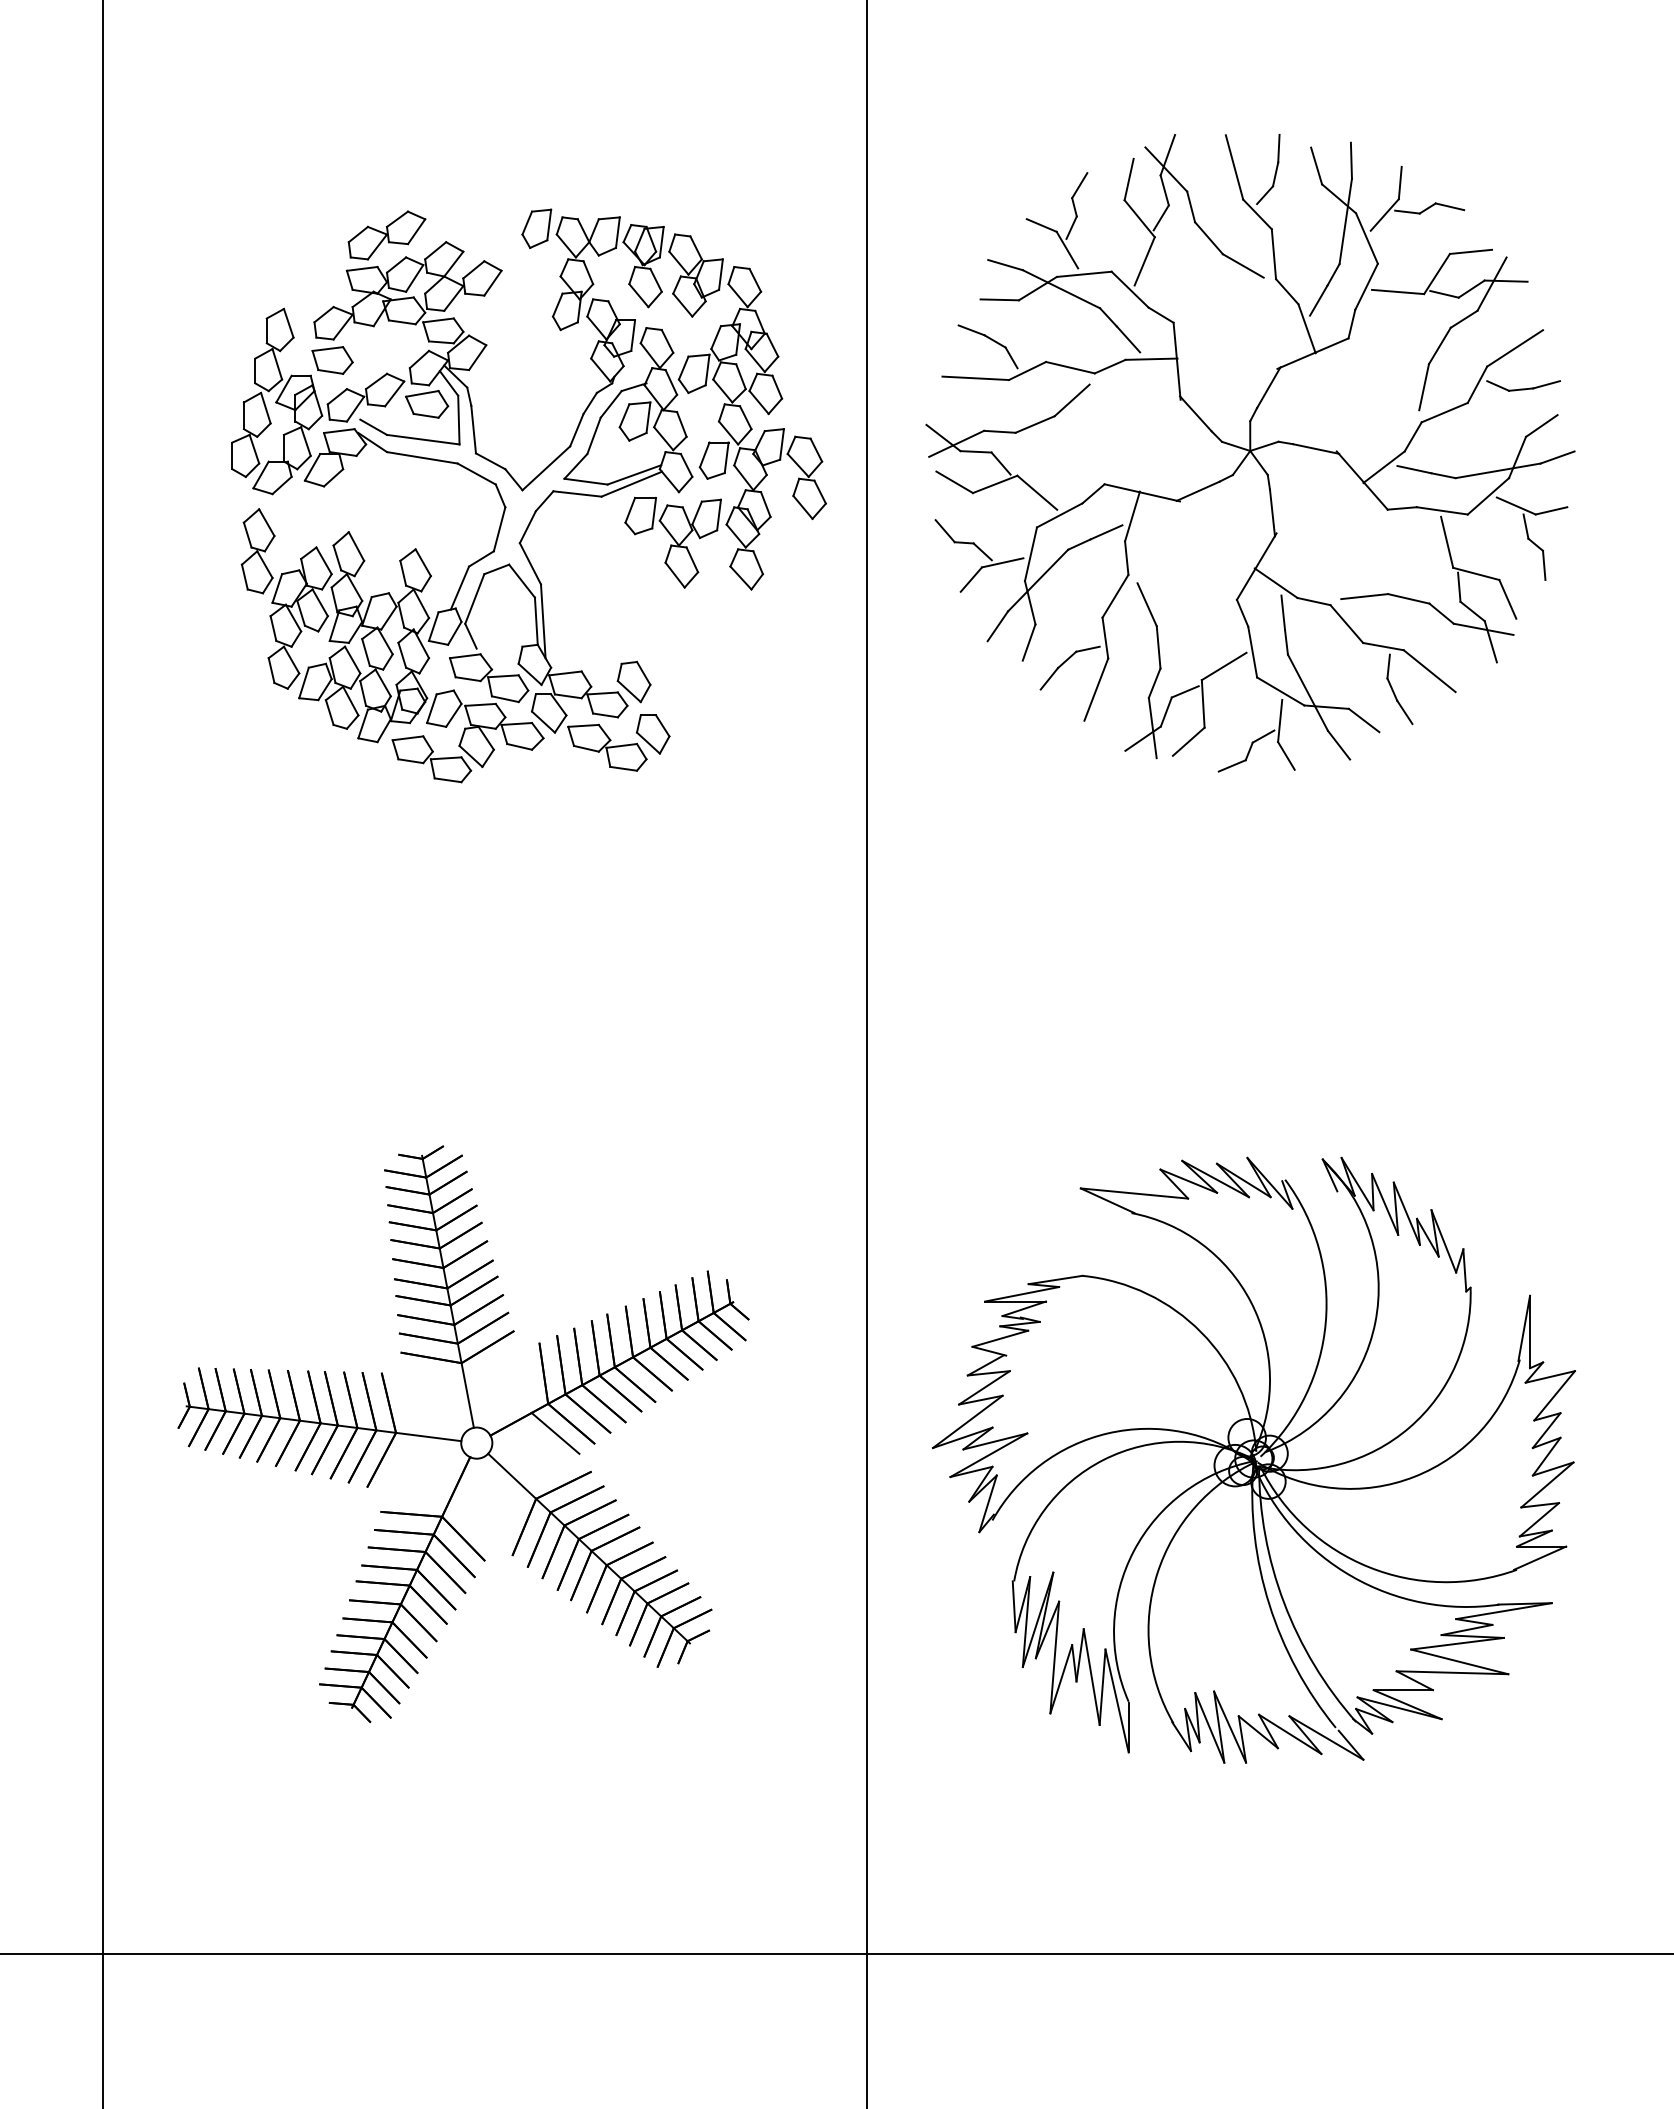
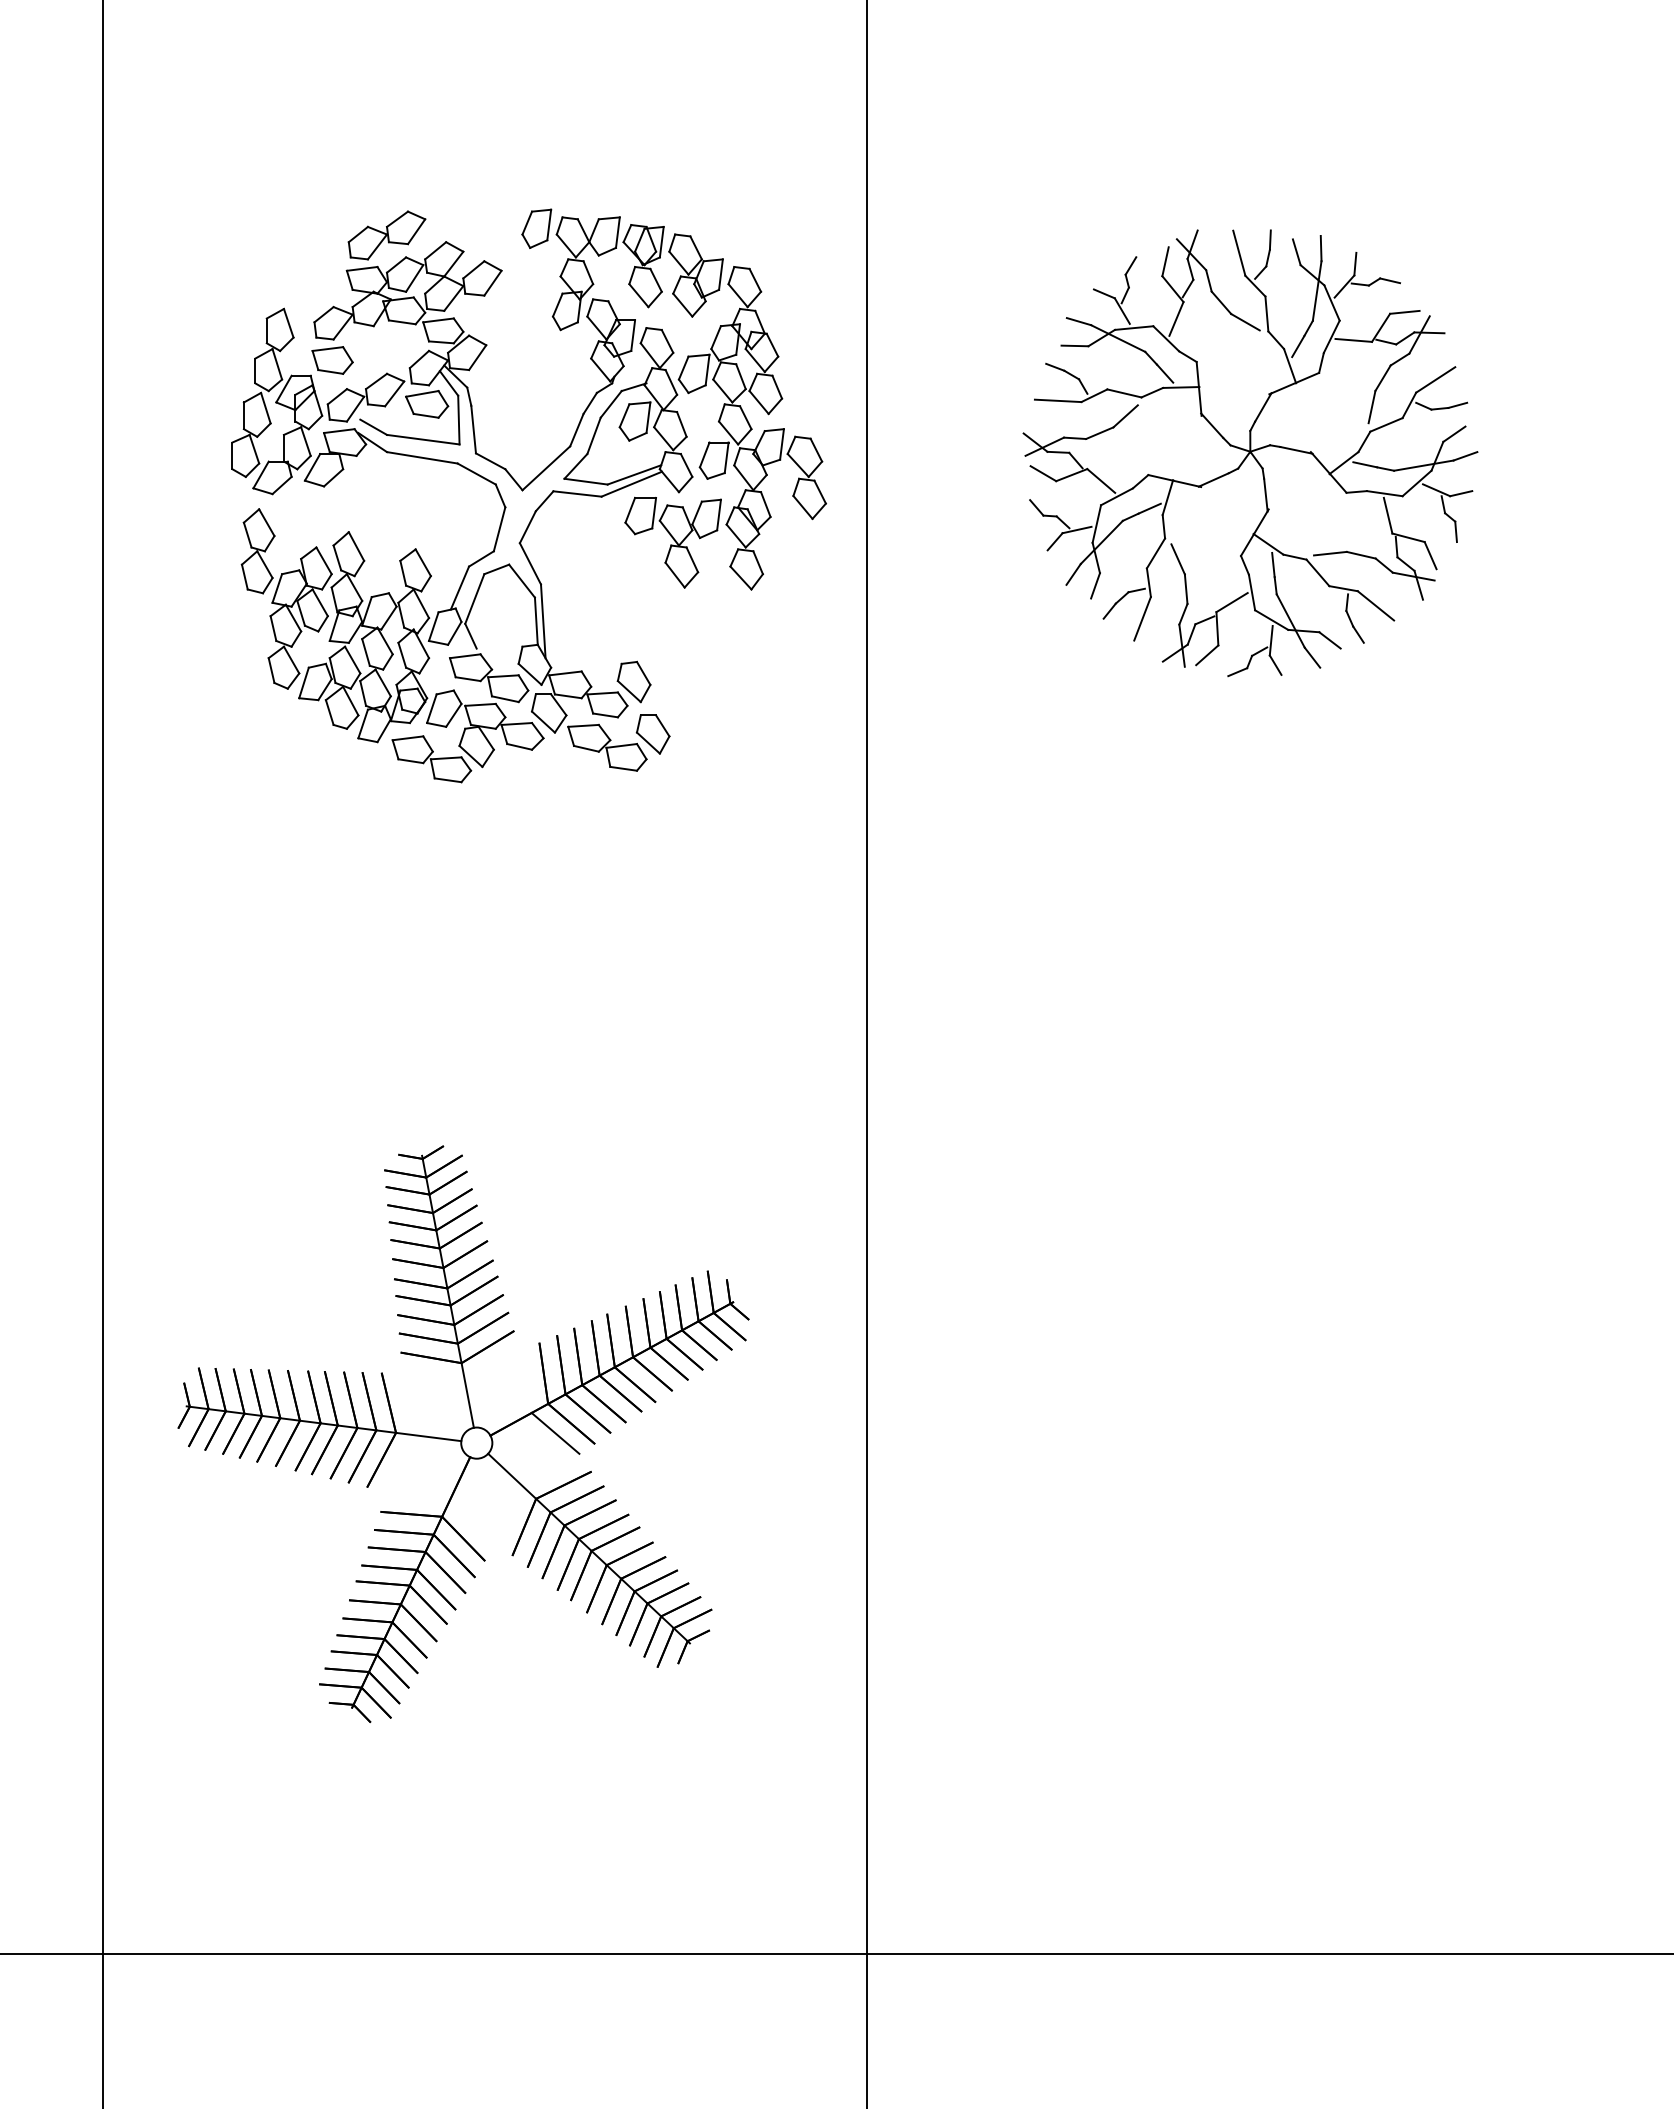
part at (1250, 453) size: 651x639 px -> 457x448 px
part at (1253, 1459): present -> none
